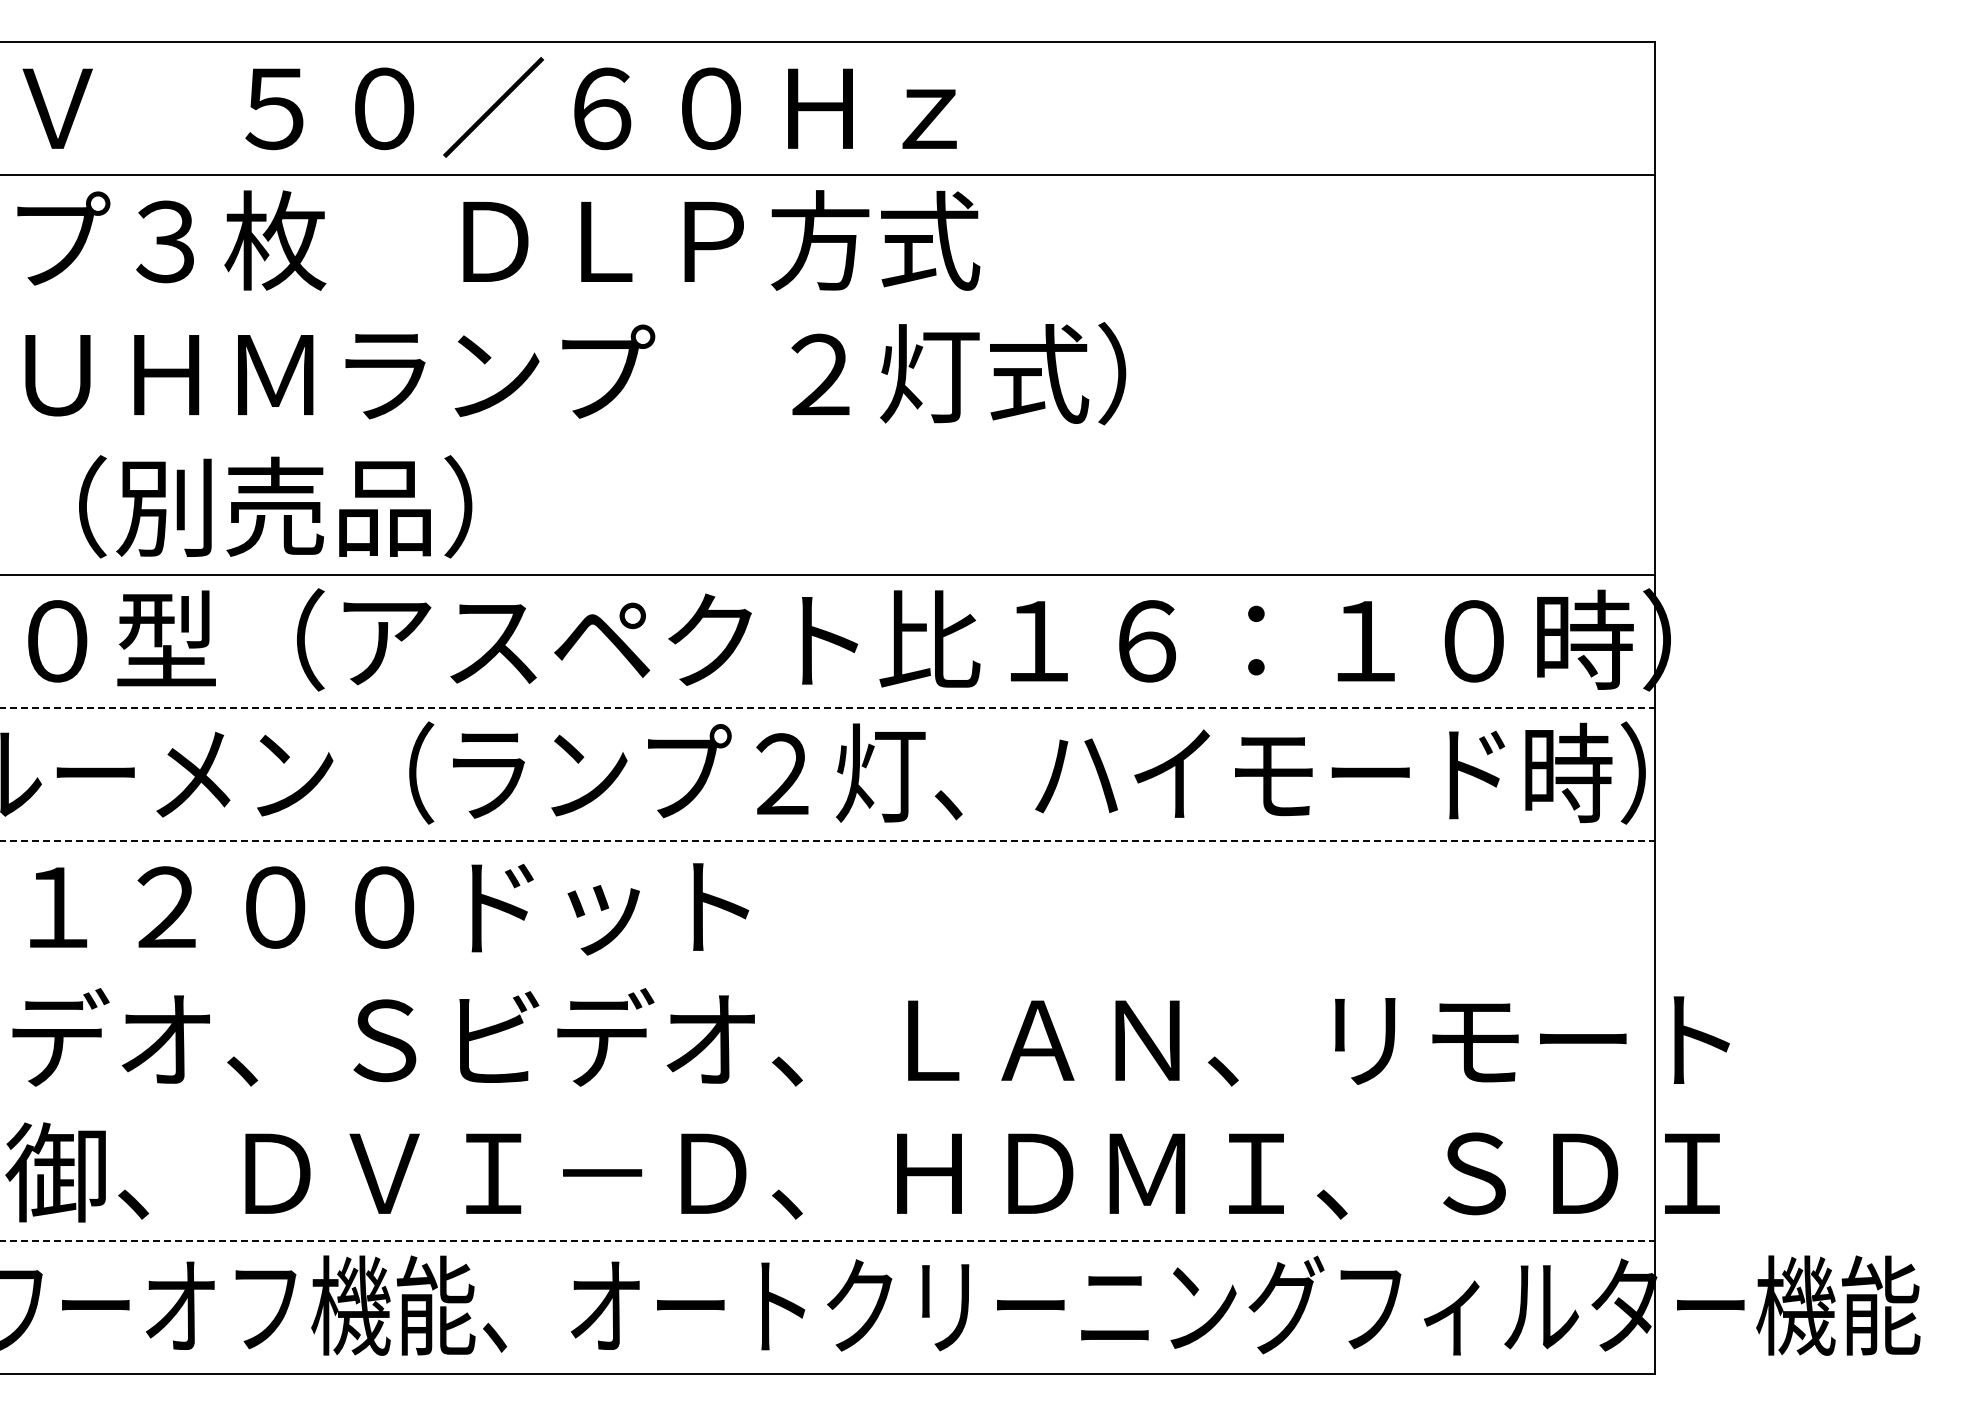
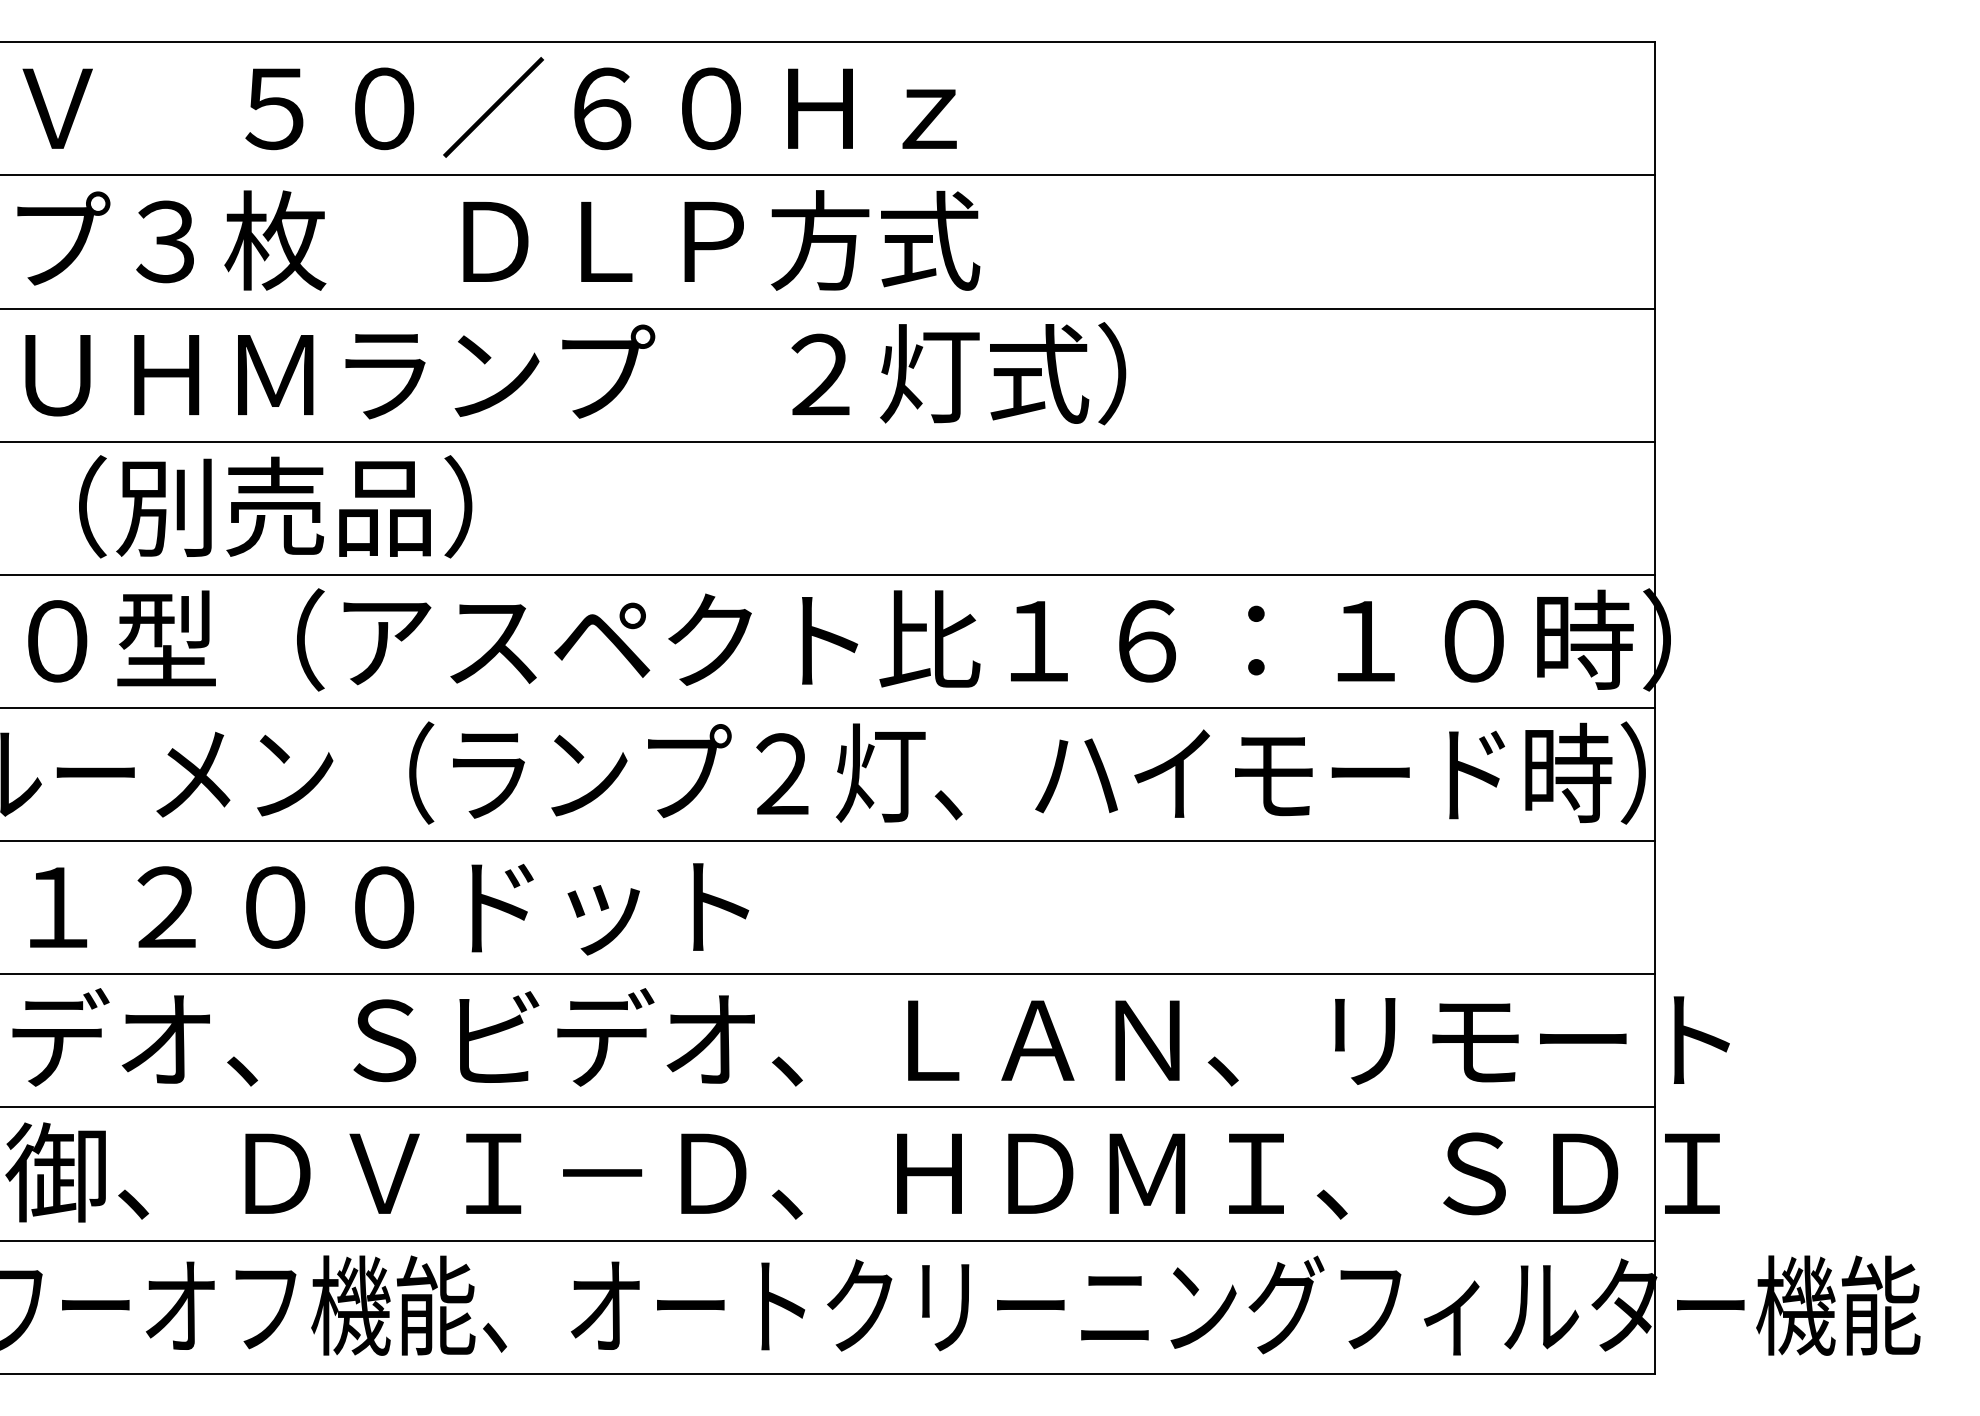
line at (828, 308): none -> present
line at (828, 441): none -> present
line at (828, 707): dashed -> solid
line at (828, 841): dashed -> solid
line at (828, 974): none -> present
line at (828, 1107): none -> present
line at (828, 1240): dashed -> solid
